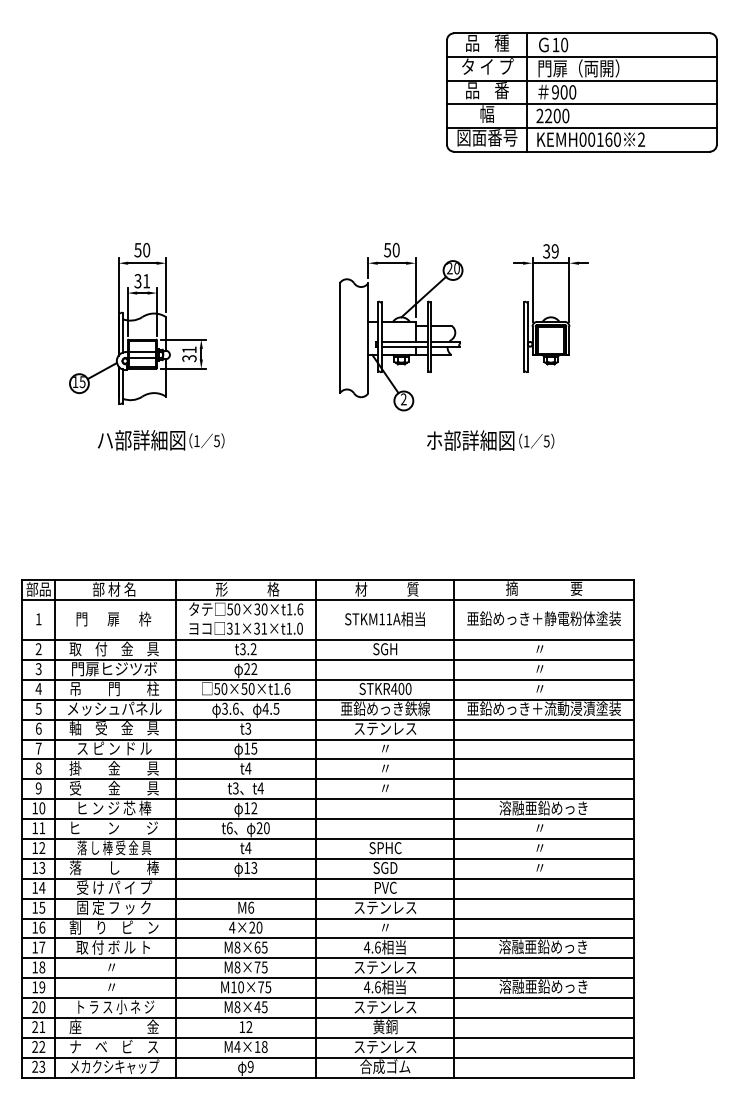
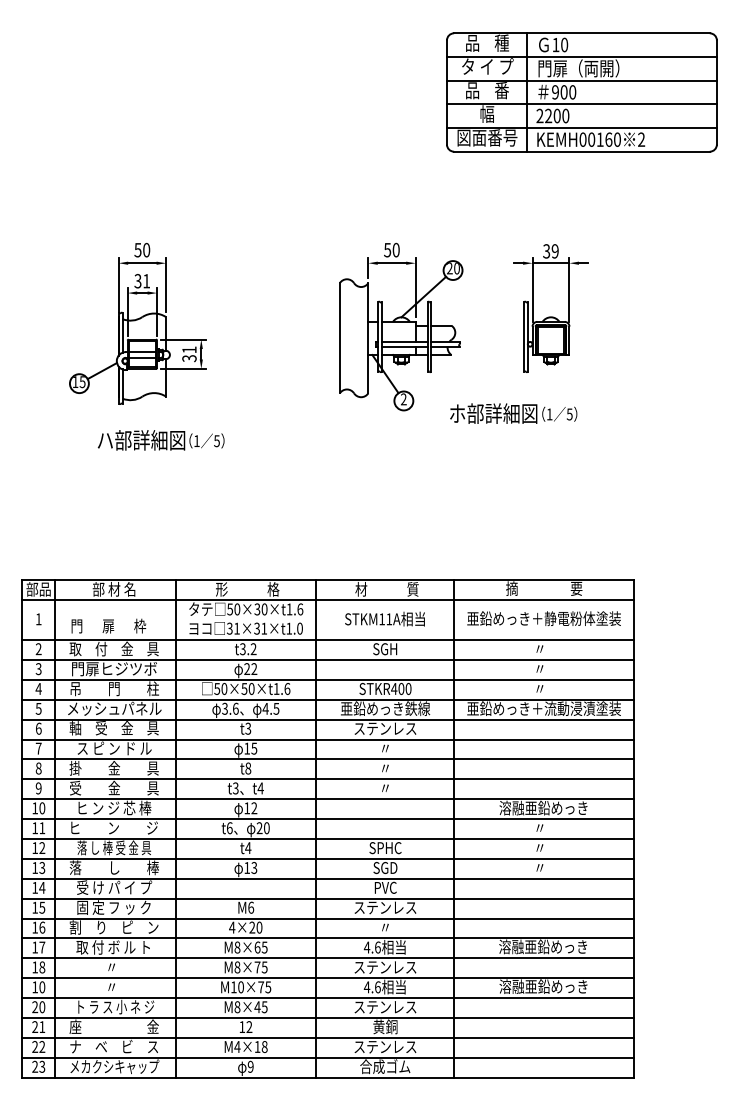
text at (490, 440) position: (490, 440) -> (513, 413)
text at (113, 618) position: (113, 618) -> (108, 625)
text at (248, 768): t4 -> t8
text at (42, 987): 19 -> 10
